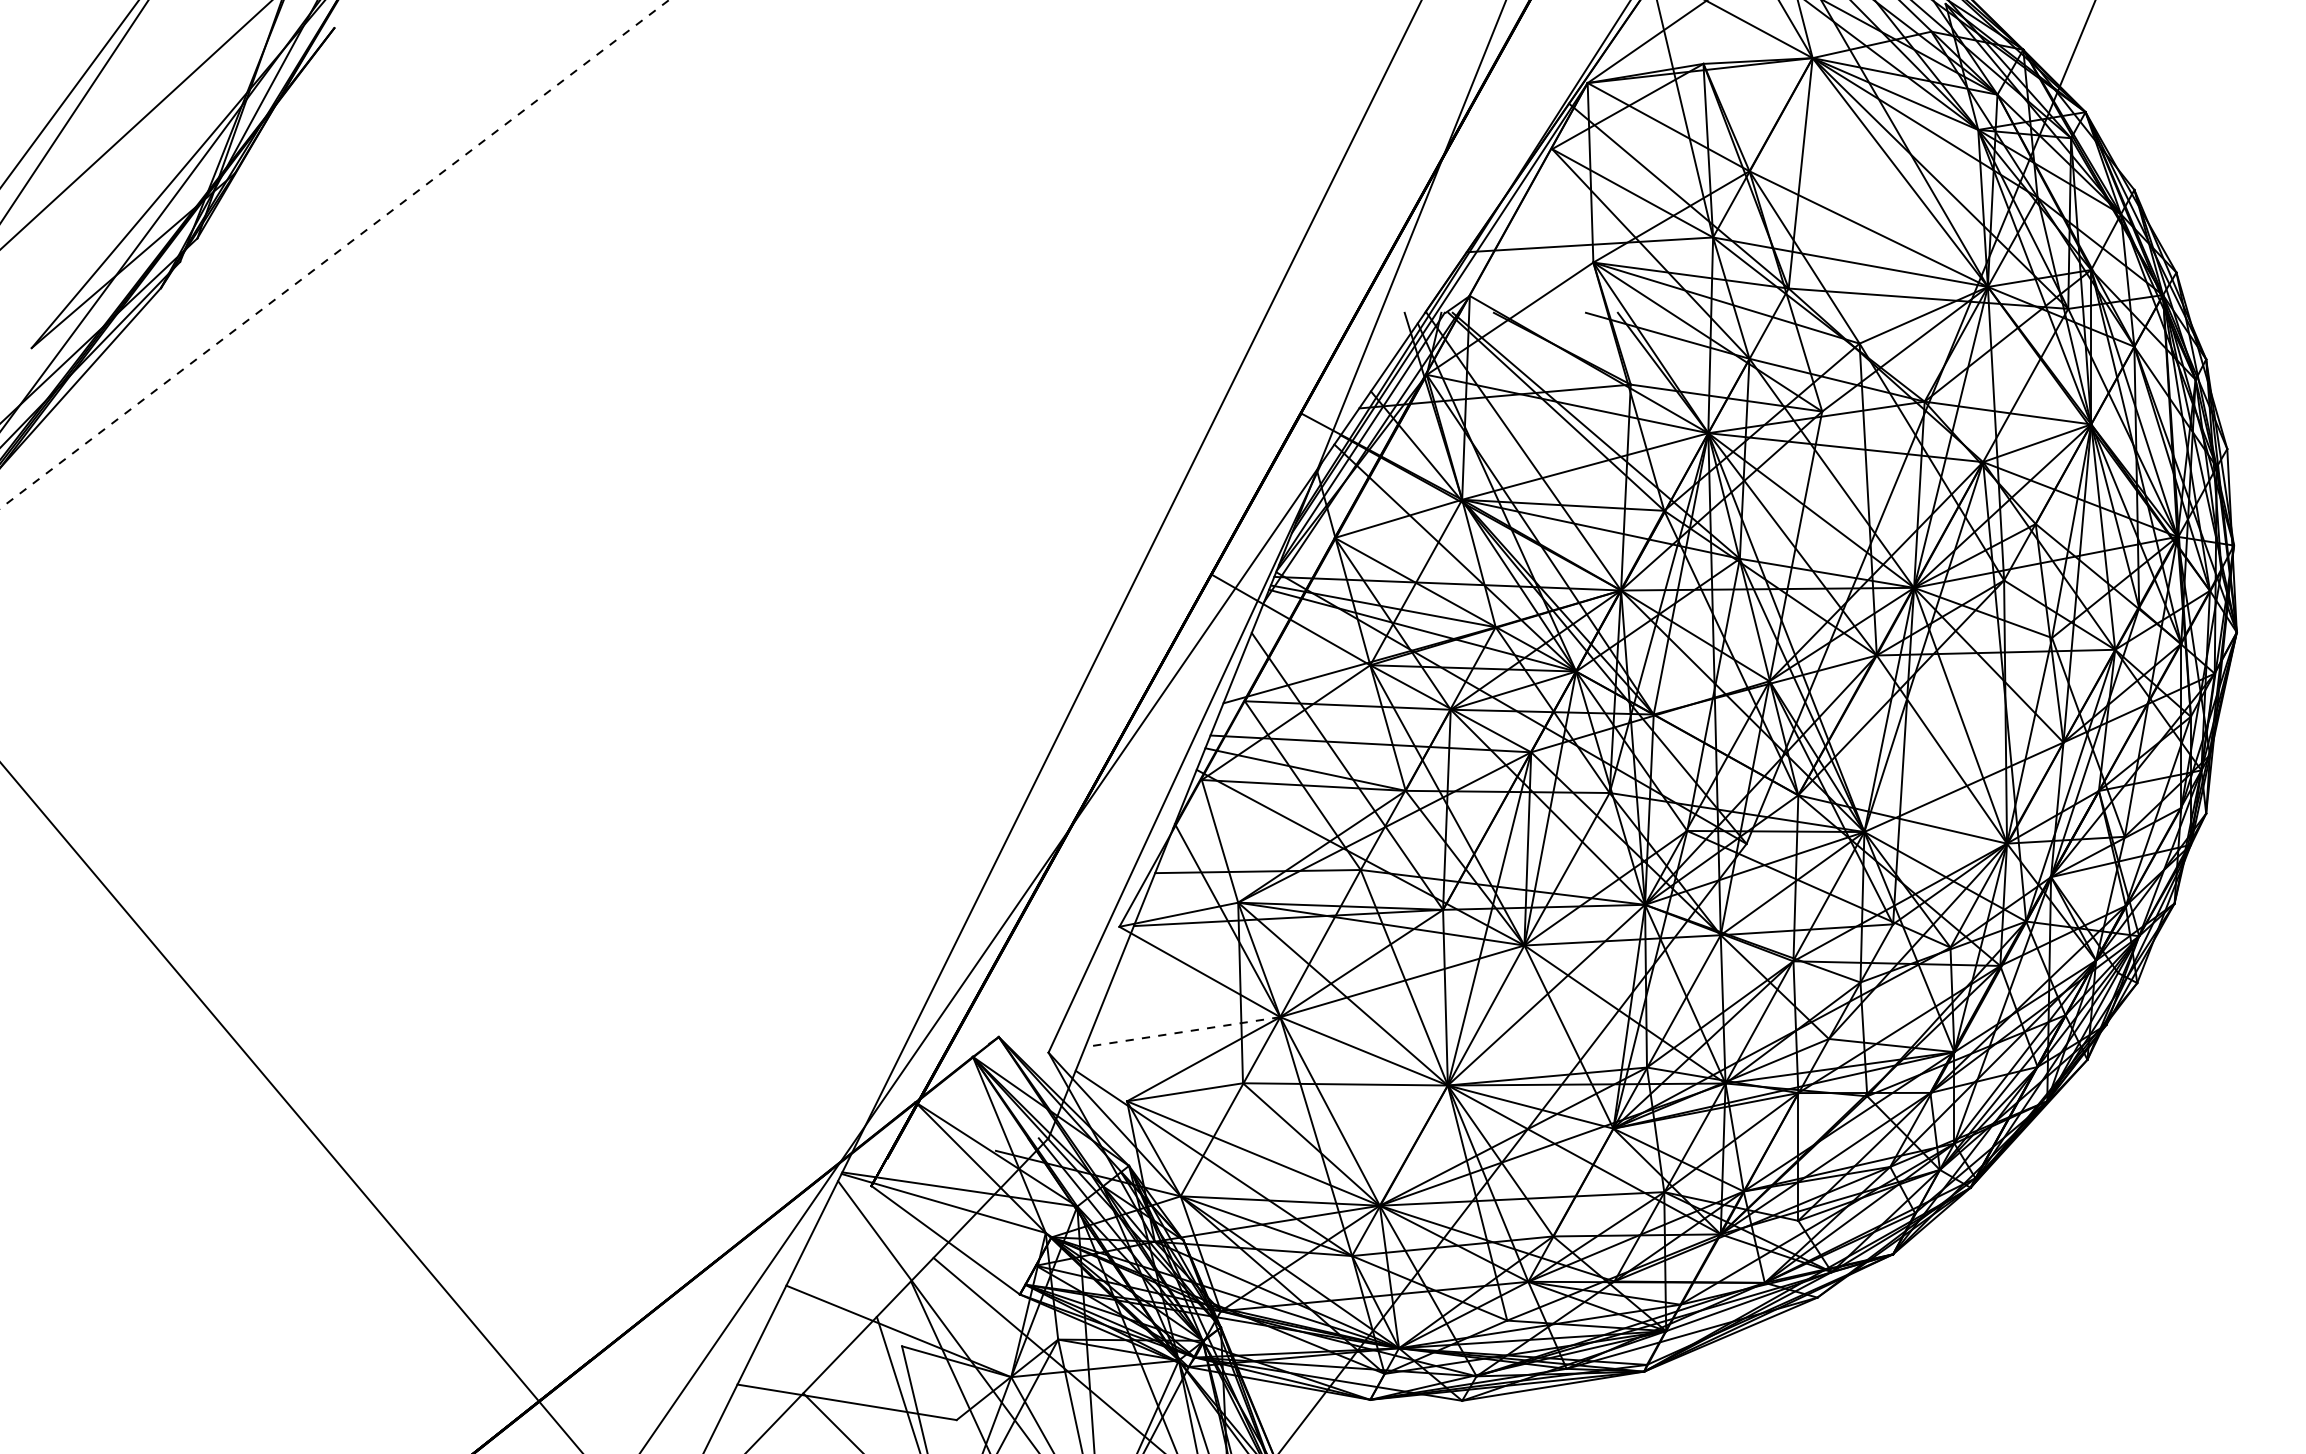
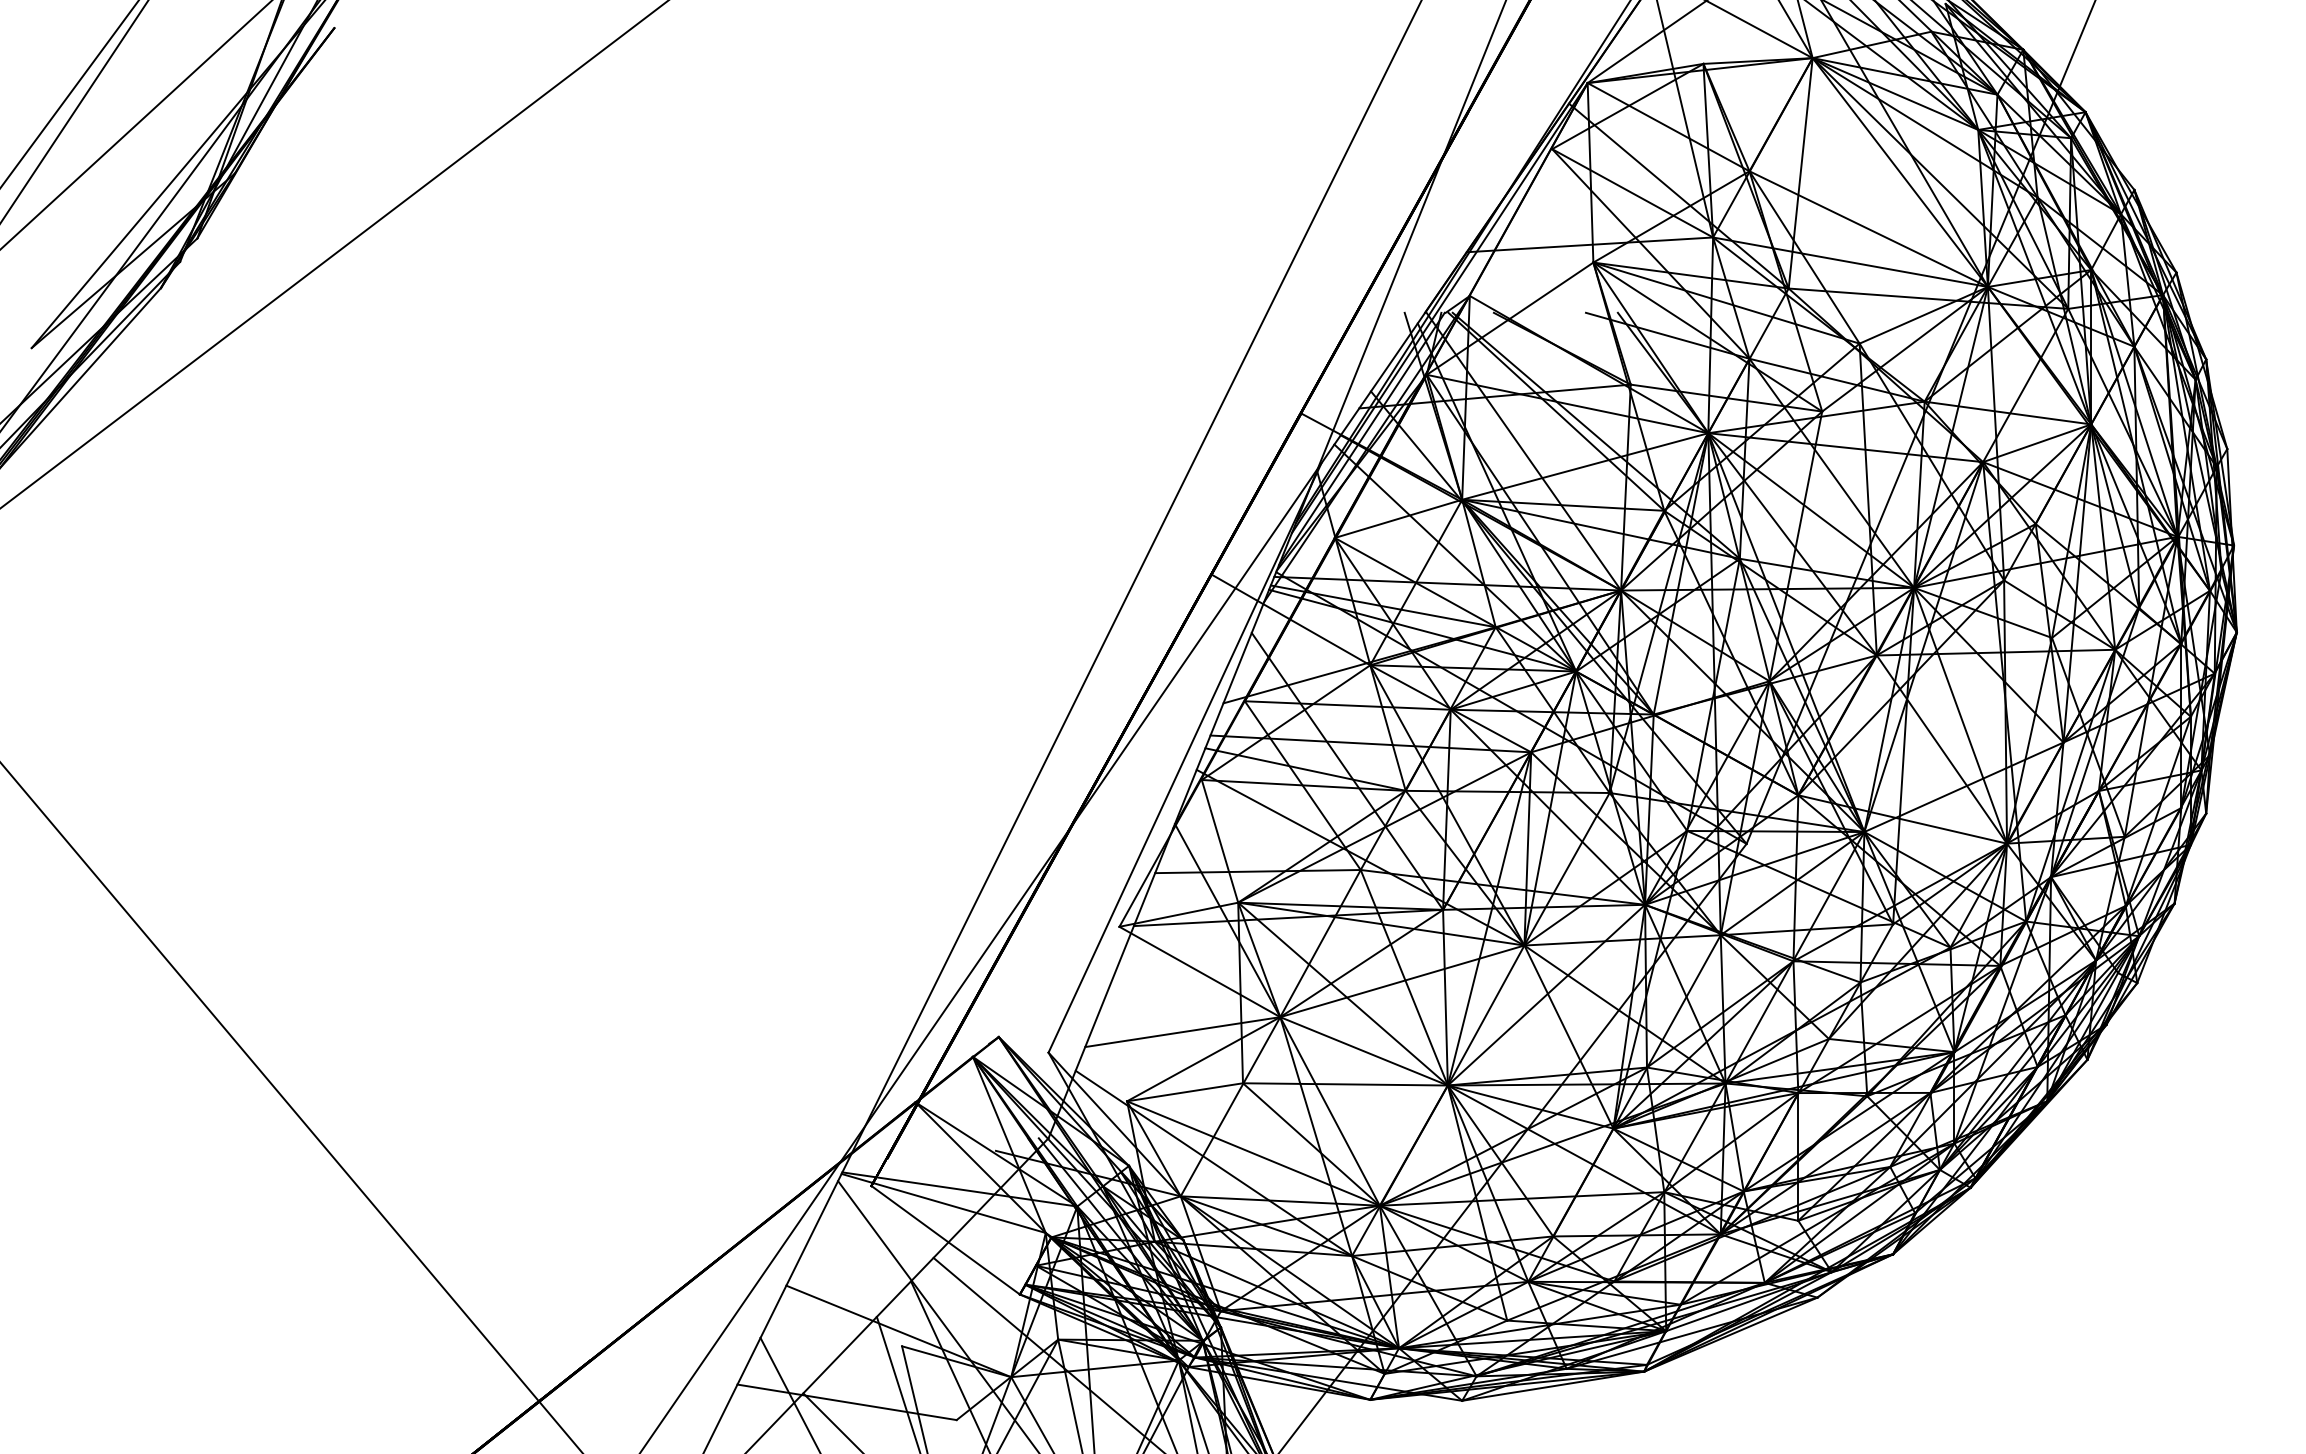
line at (334, 254): dashed -> solid
line at (1182, 1032): dashed -> solid
line at (789, 1393): none -> present
